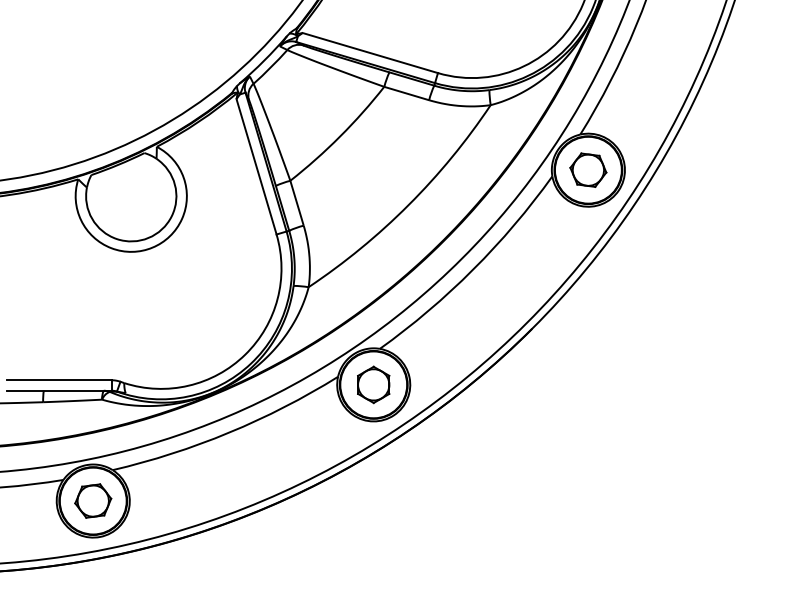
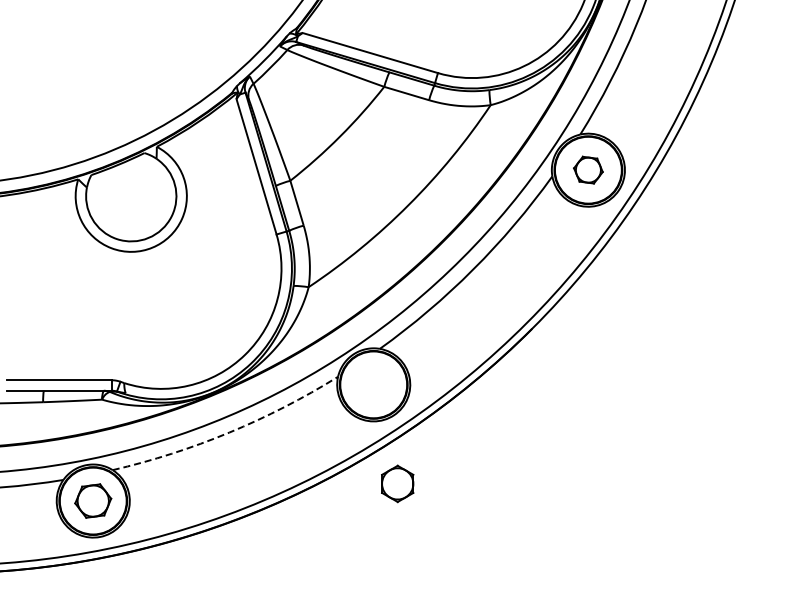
part at (588, 169) size: 39x36 px -> 31x30 px
part at (373, 384) position: (373, 384) -> (397, 483)
arc at (229, 432): solid -> dashed
